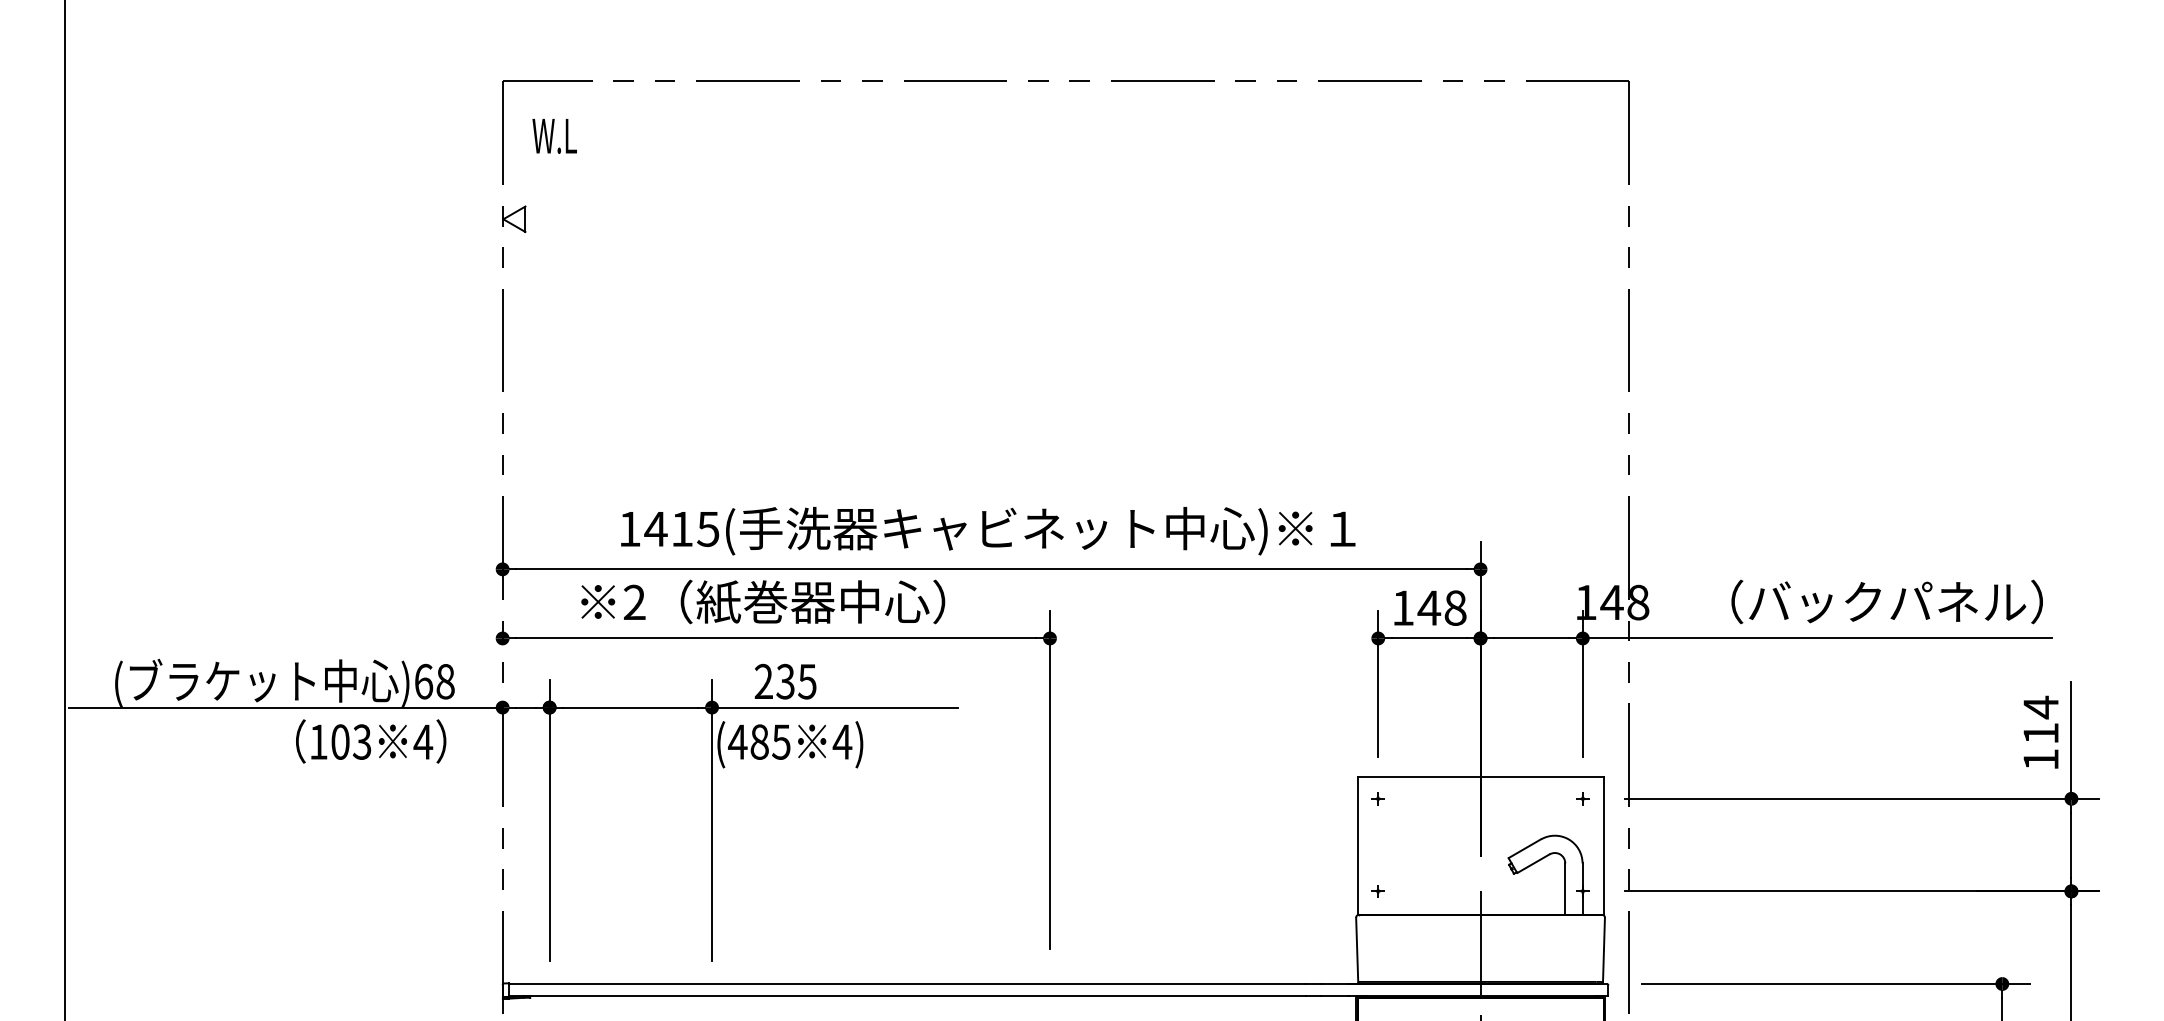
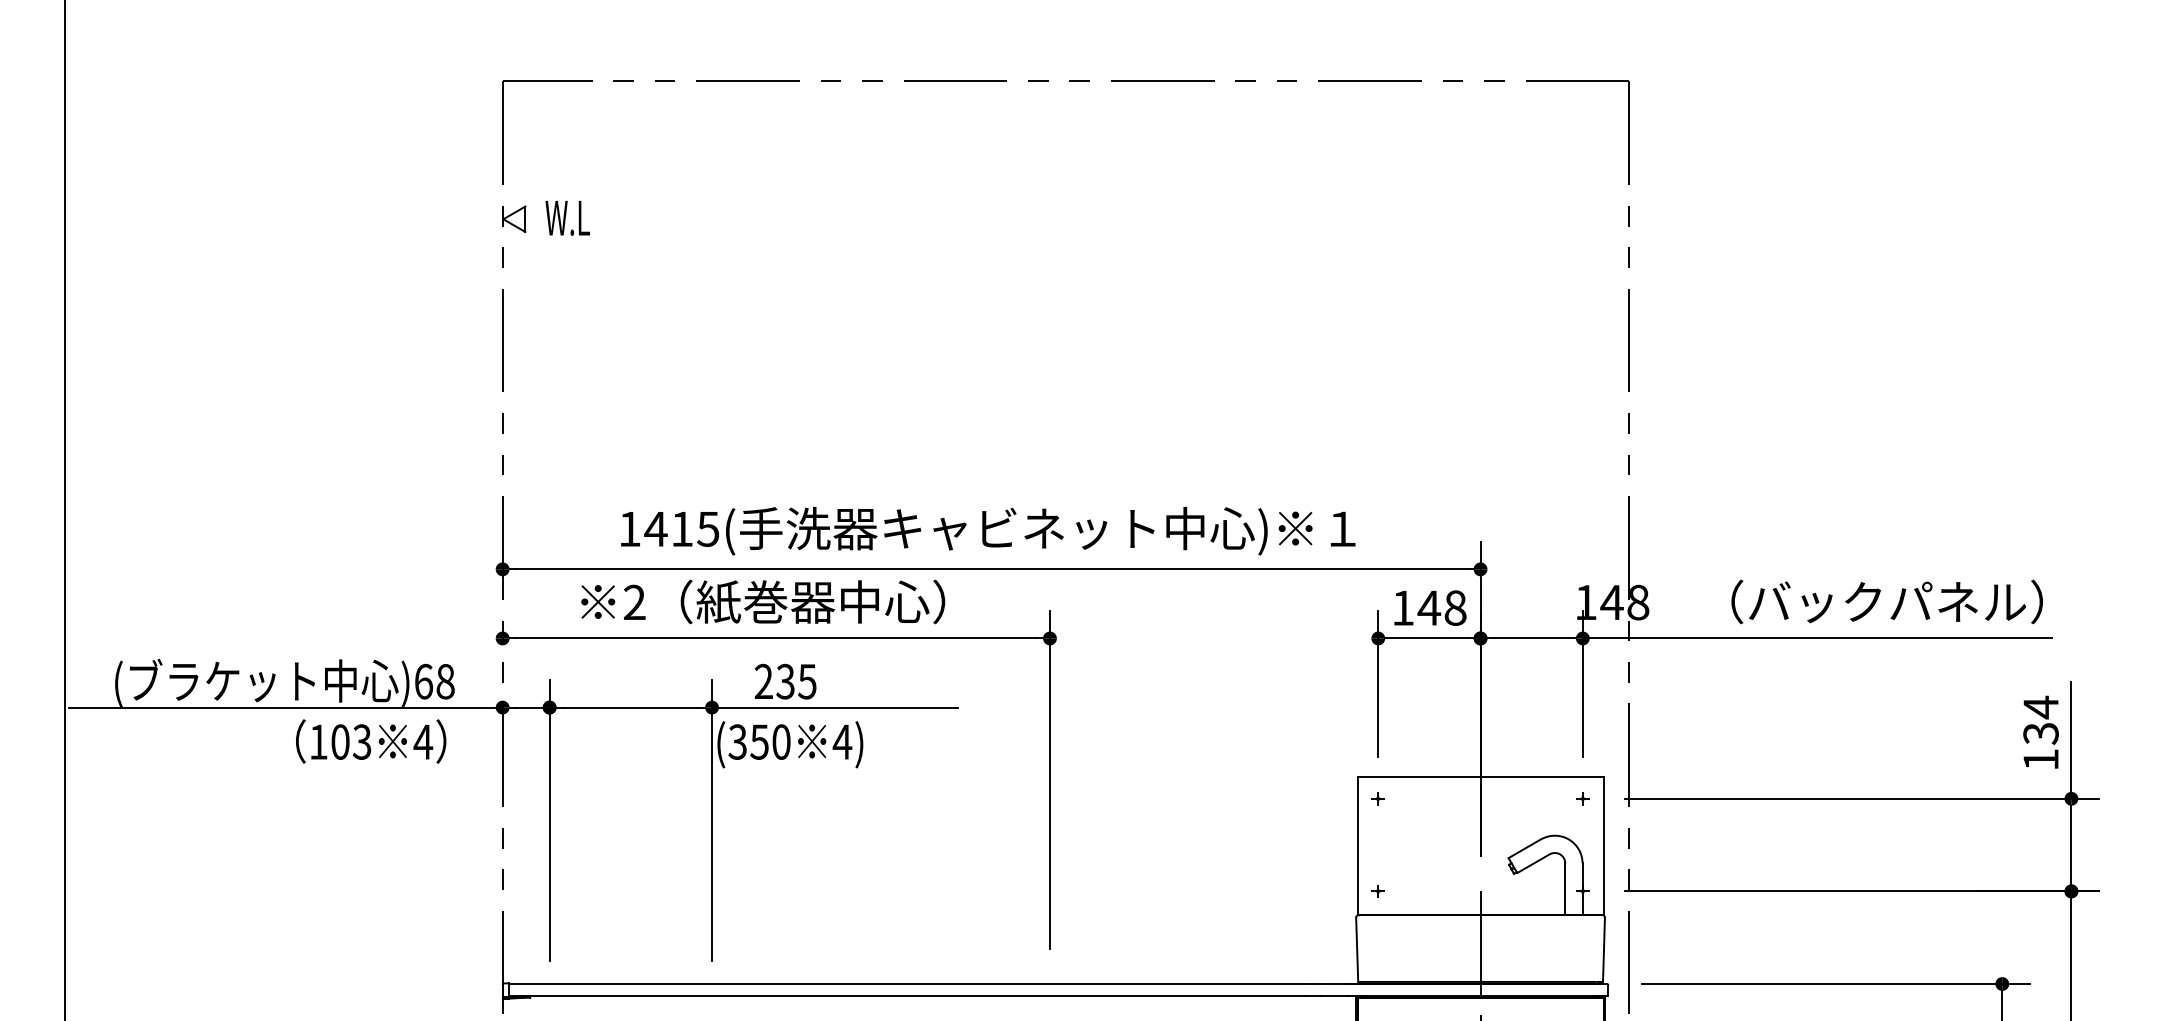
text at (554, 136) position: (554, 136) -> (567, 218)
text at (2040, 733): 114 -> 134
text at (759, 741): (485 -> (350
